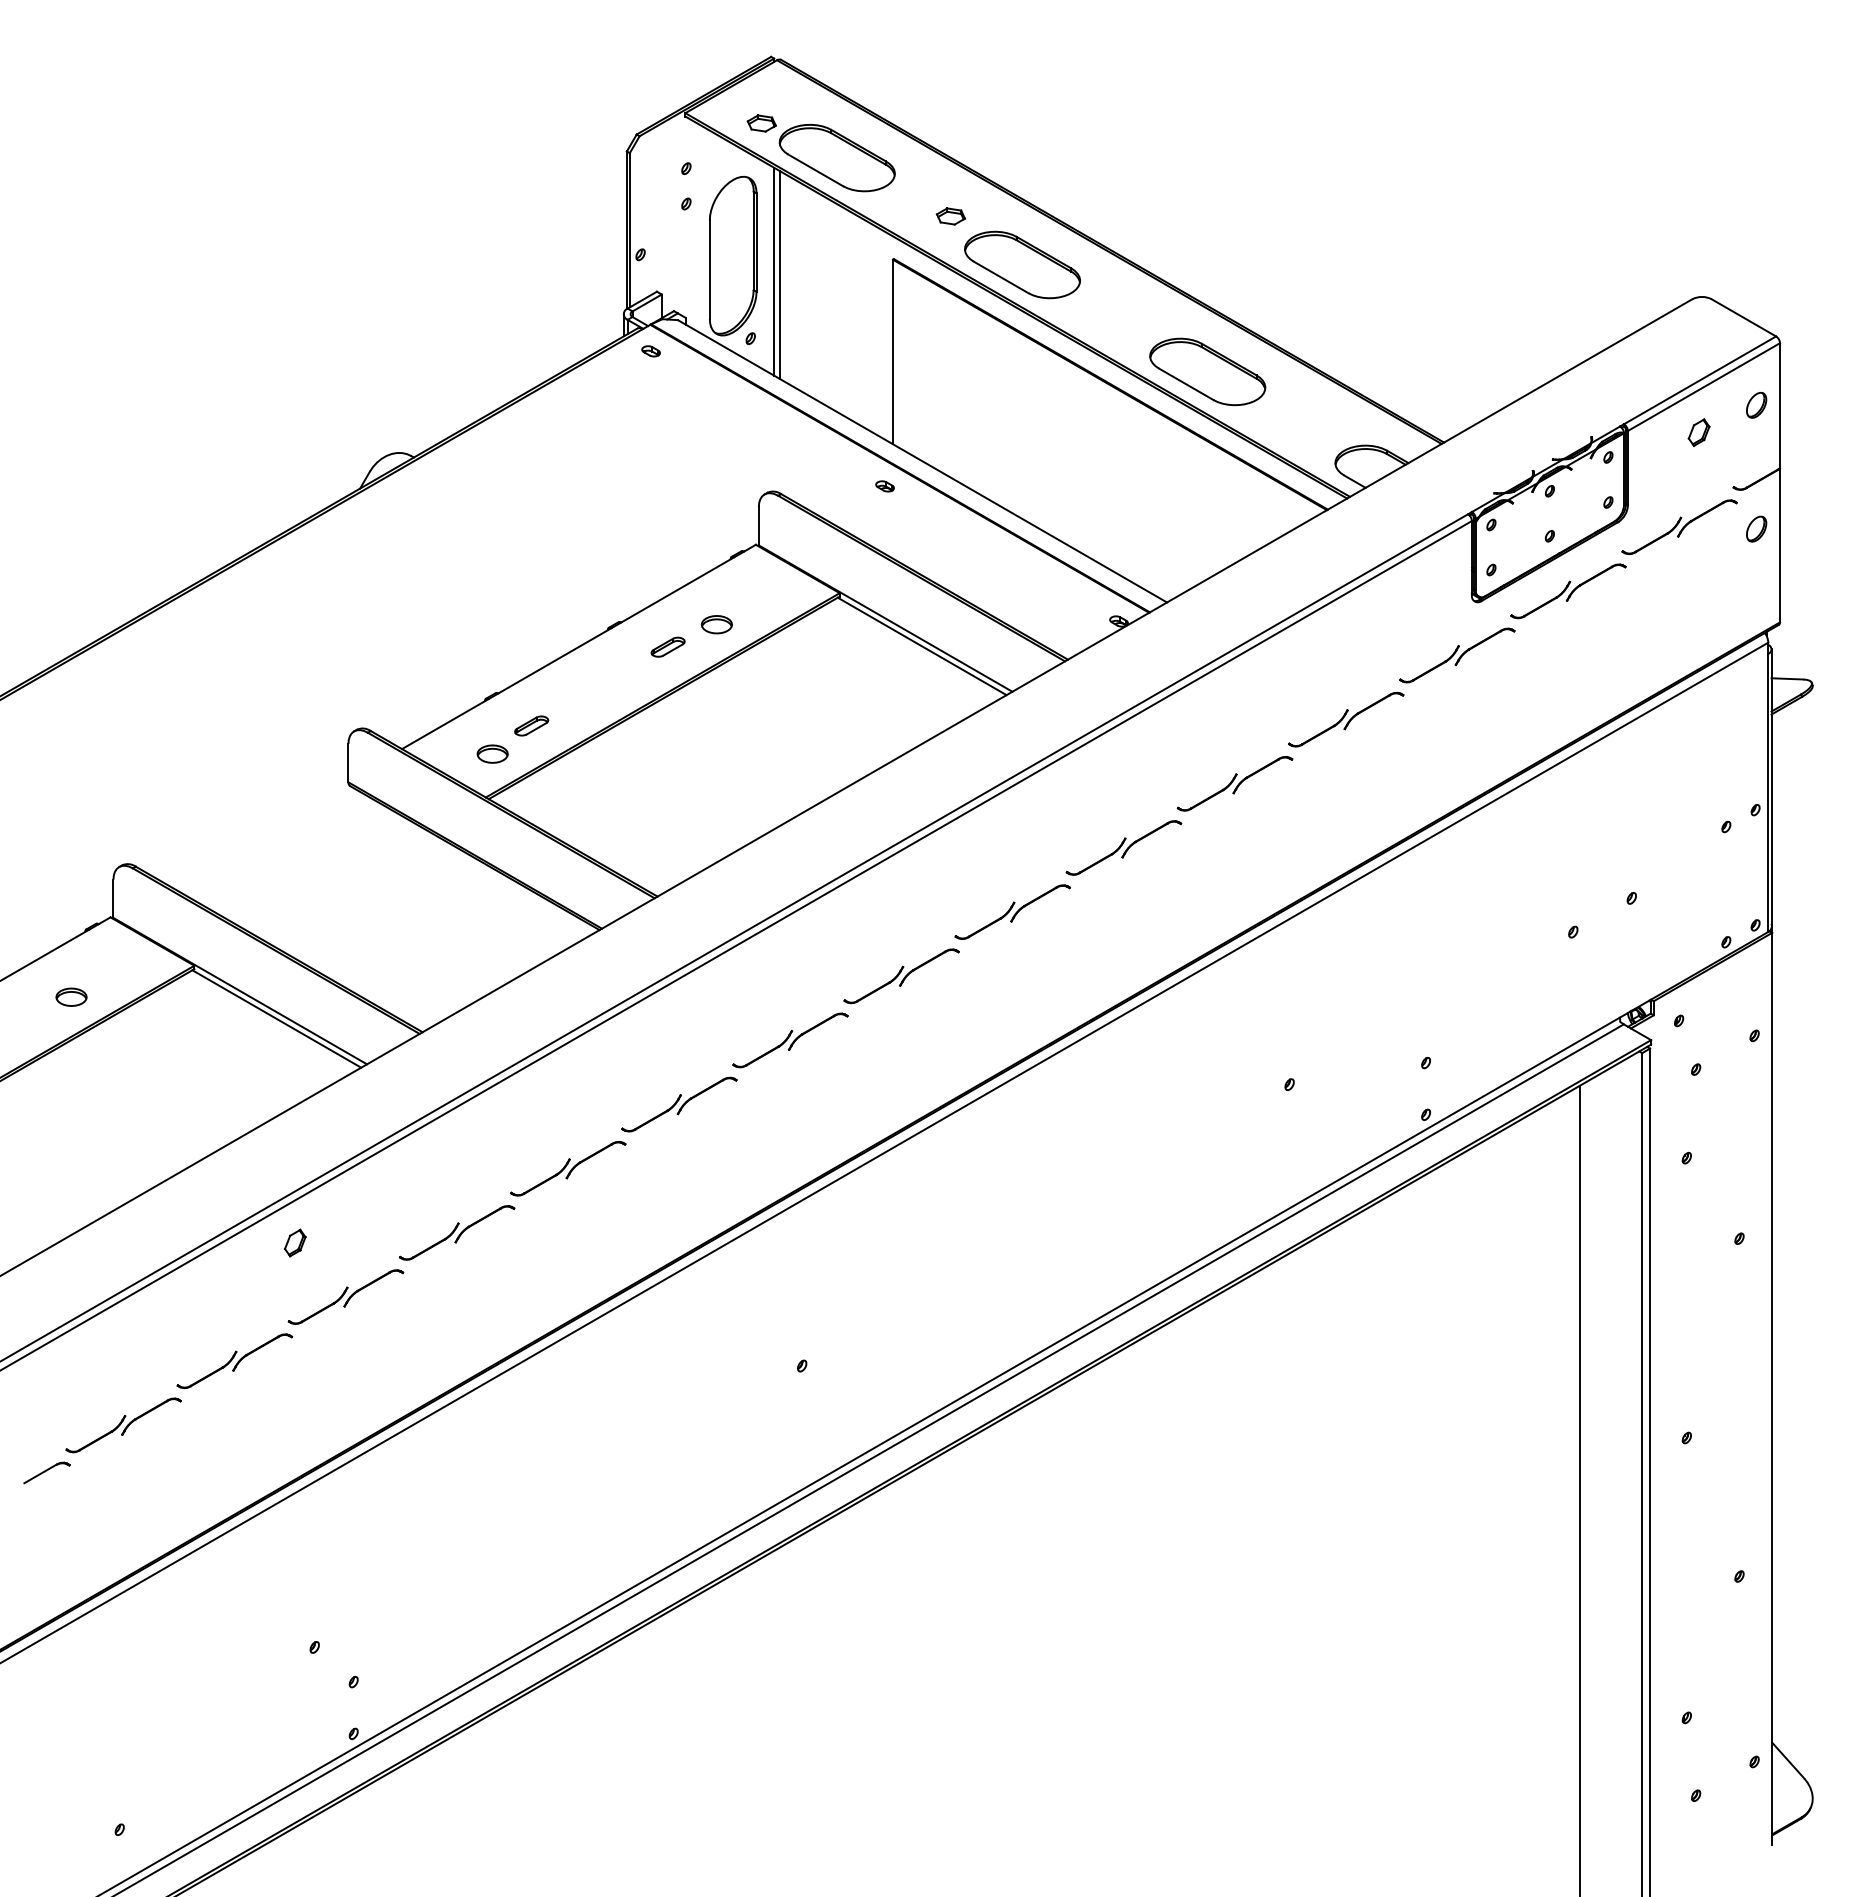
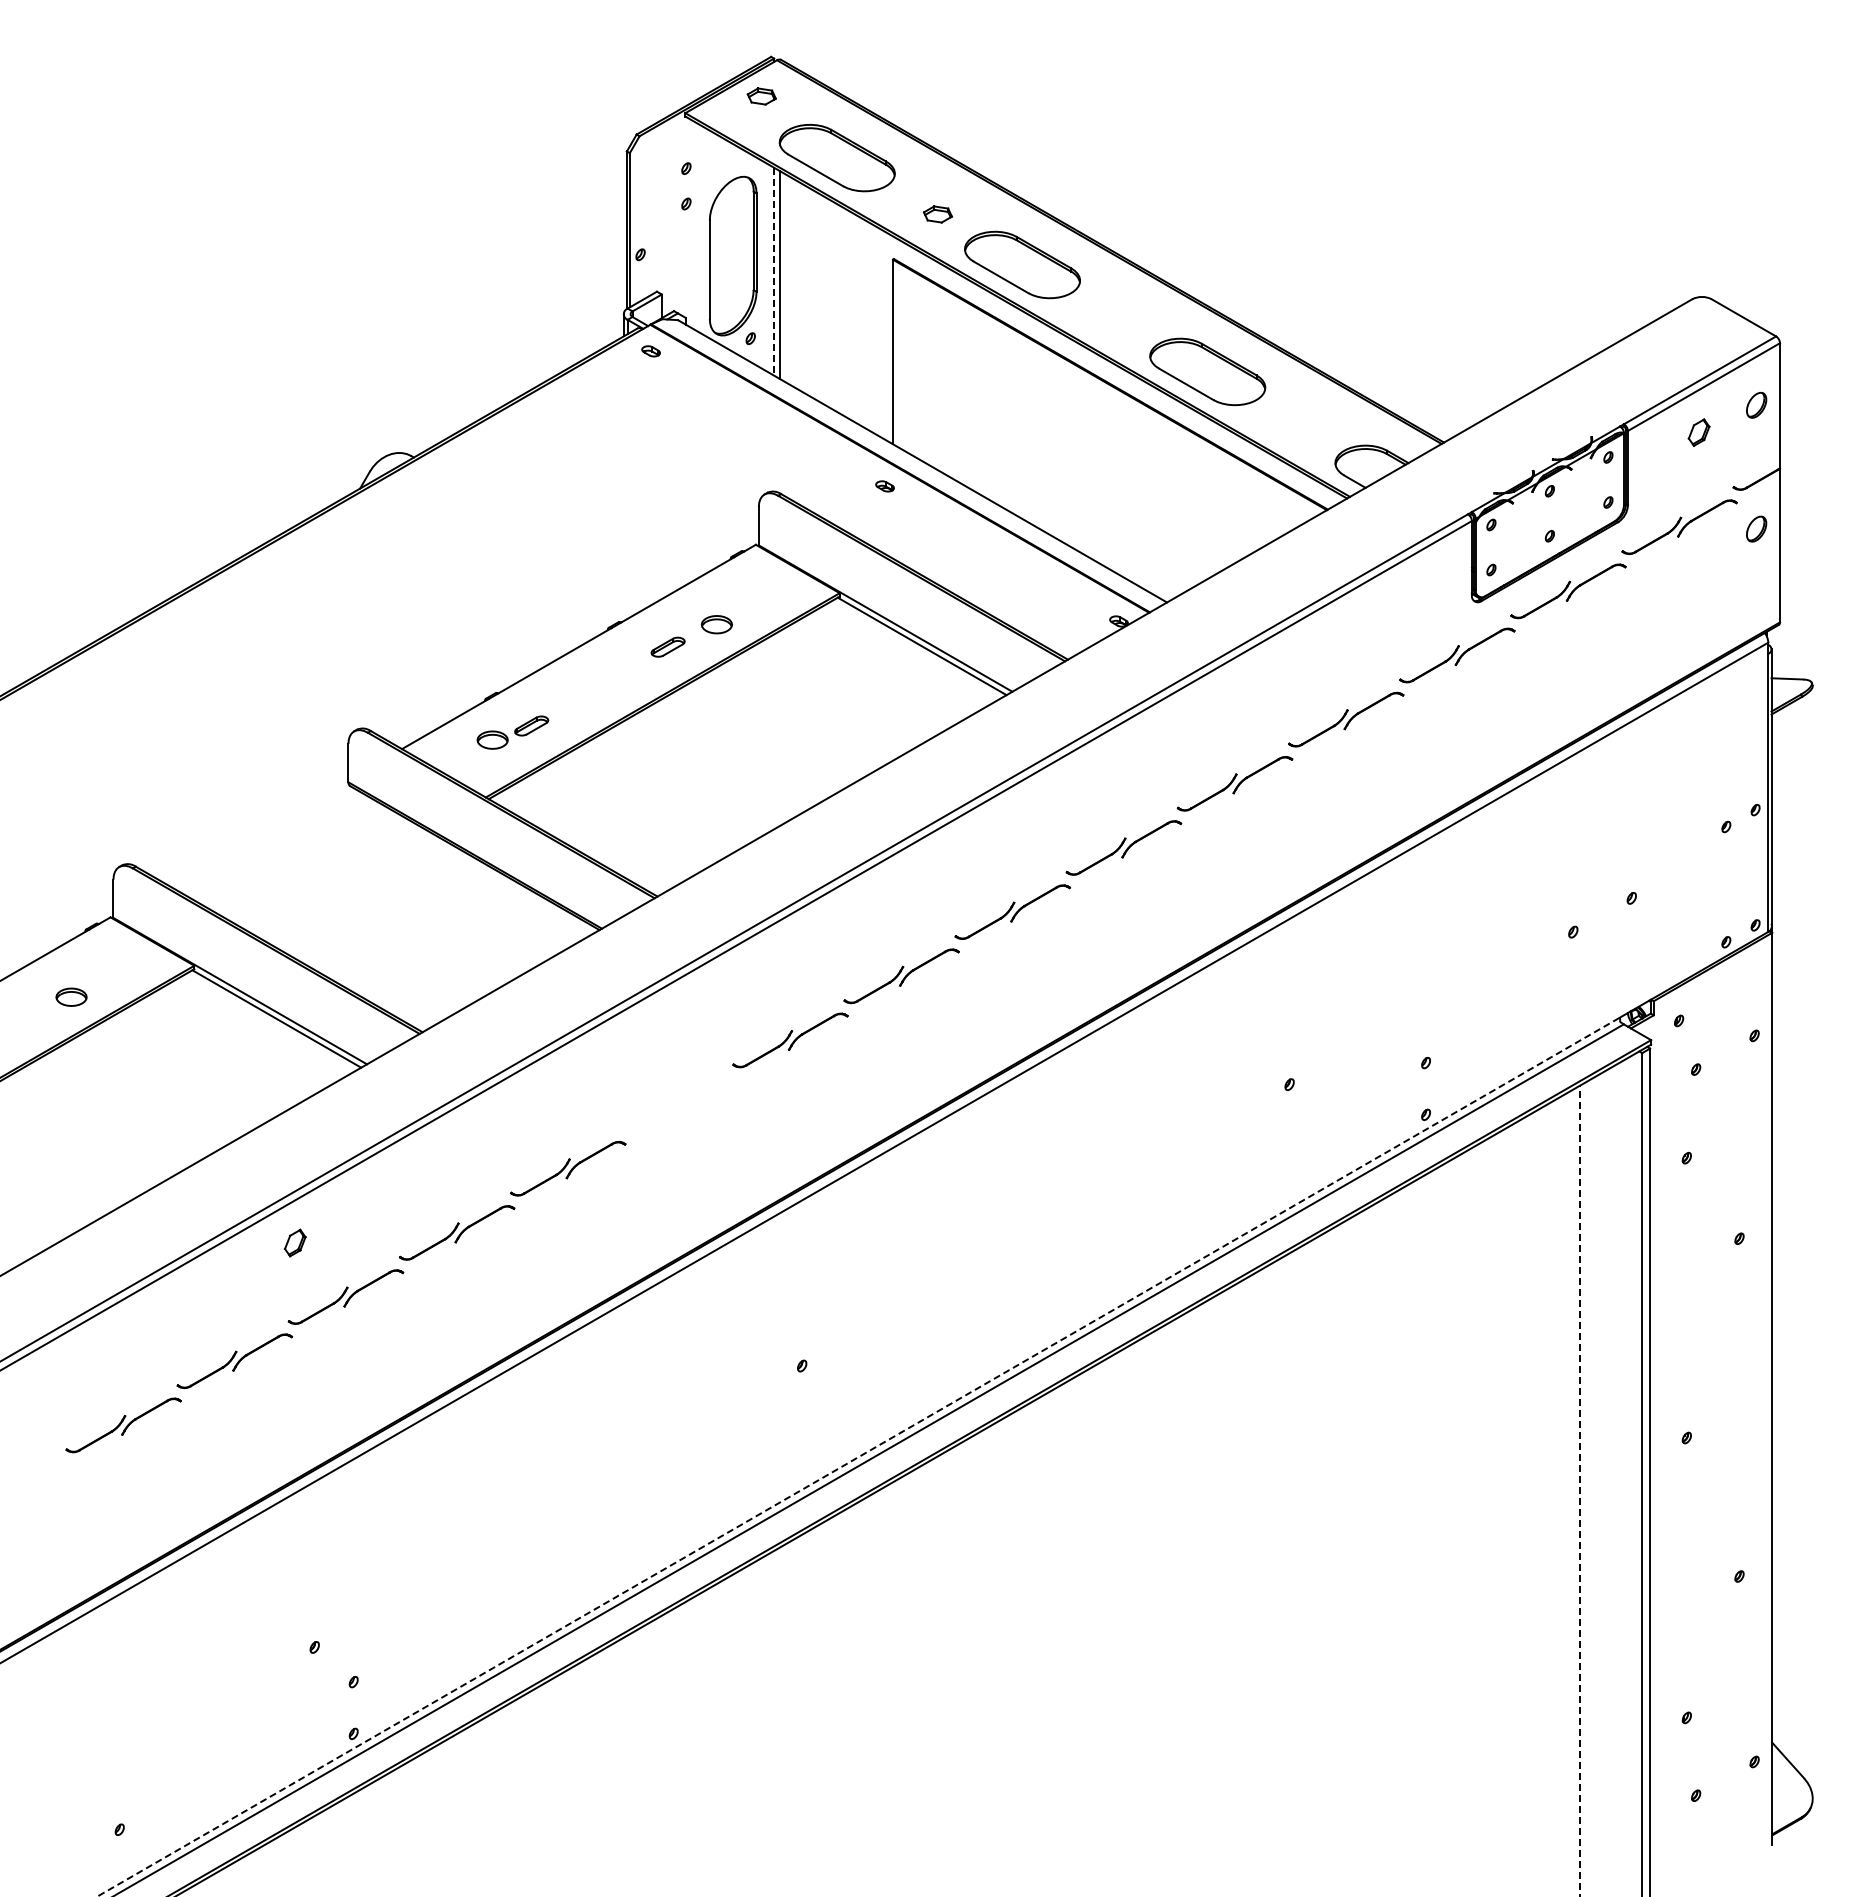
part at (761, 123) position: (761, 123) -> (761, 96)
part at (950, 216) position: (950, 216) -> (937, 214)
line at (774, 271): solid -> dashed
part at (492, 753) position: (492, 753) -> (492, 739)
part at (679, 1104): present -> none
line at (858, 1457): solid -> dashed
part at (46, 1472): present -> none
line at (1579, 1491): solid -> dashed
